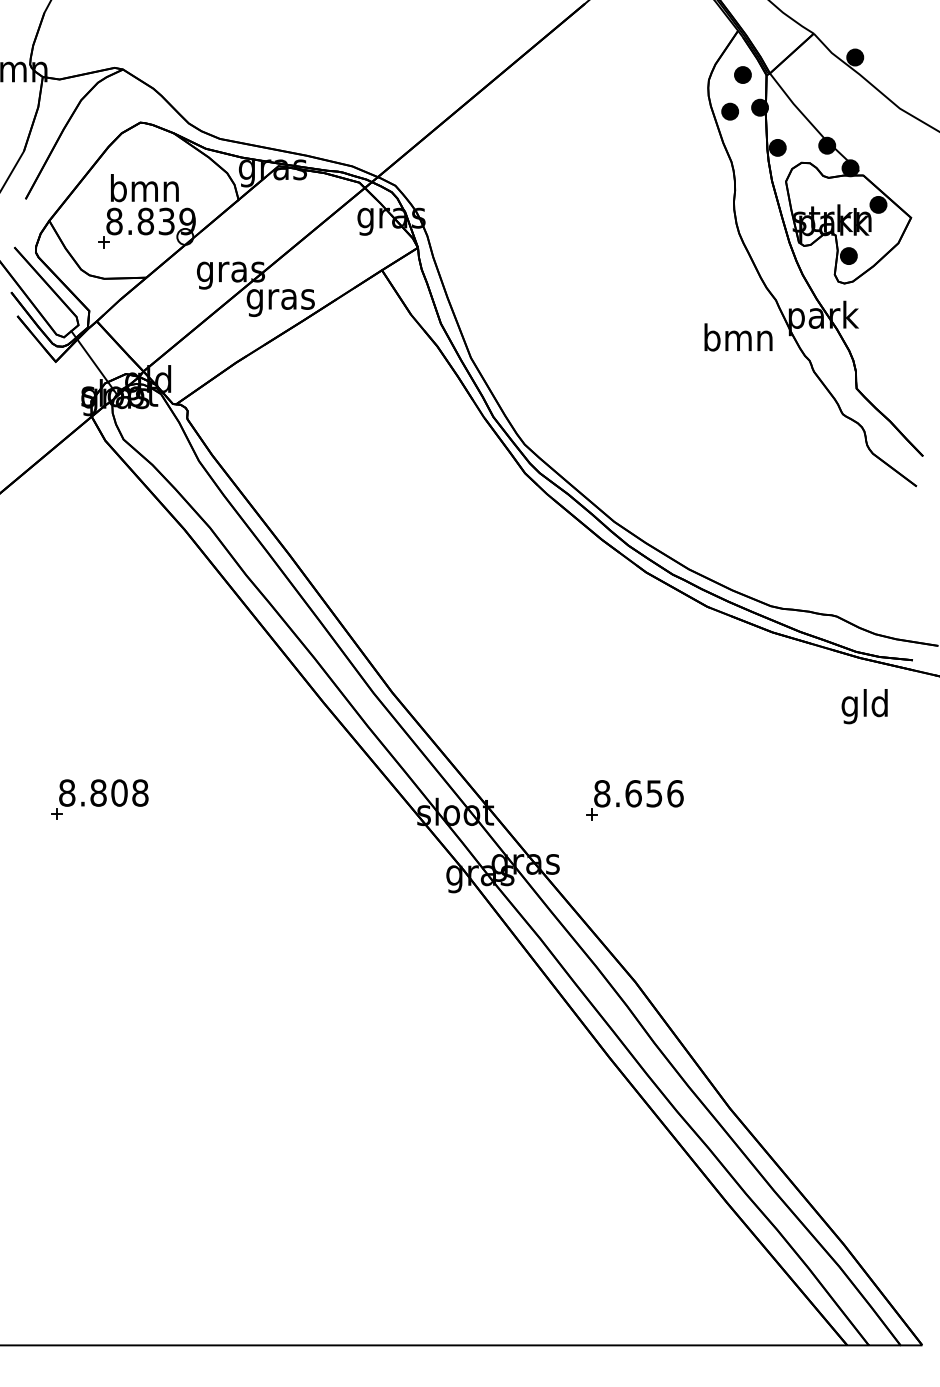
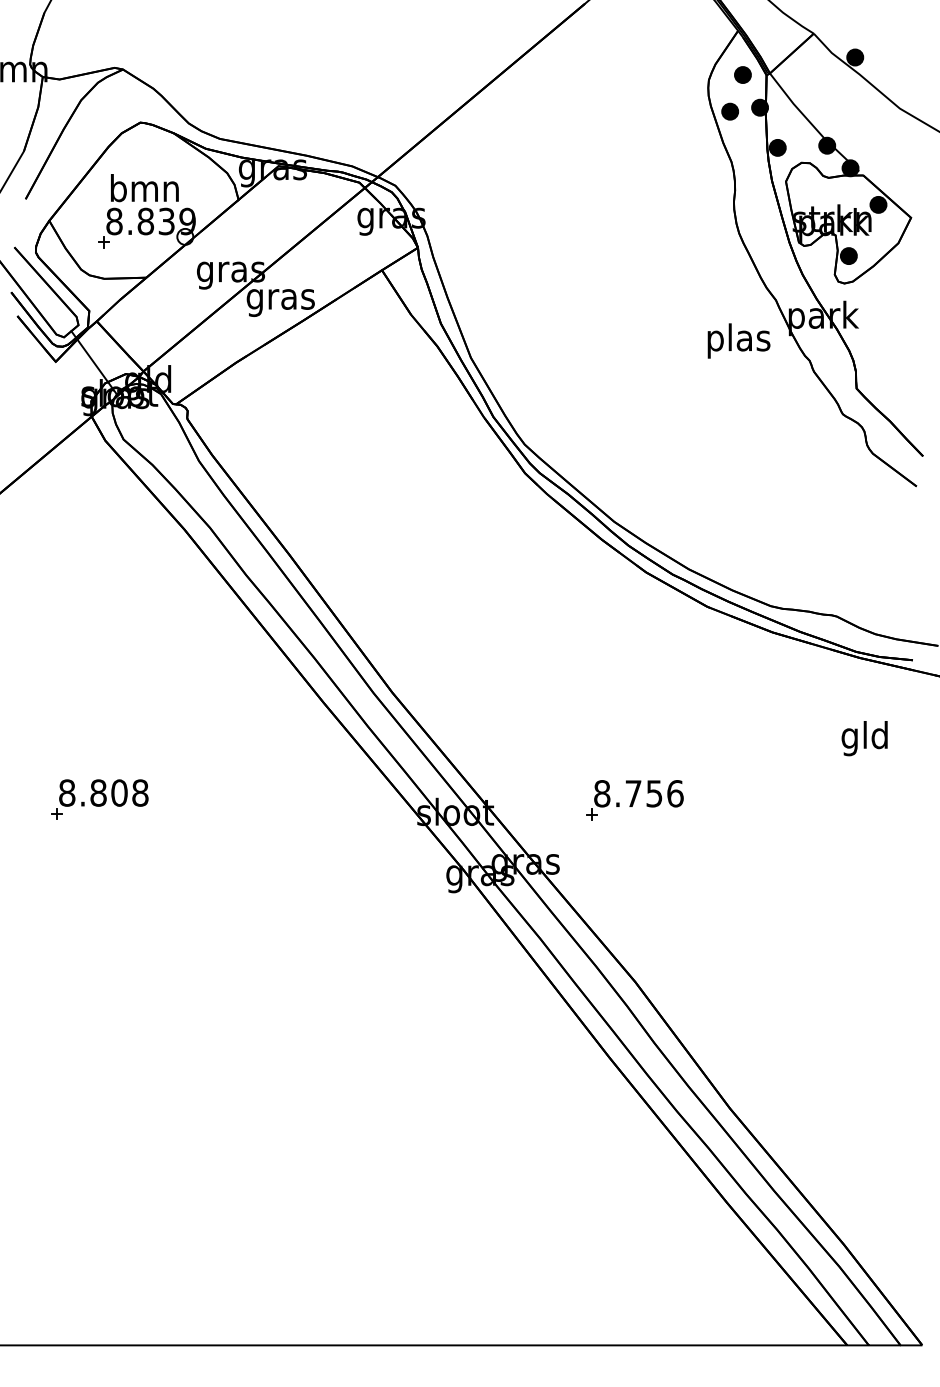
text at (738, 340): bmn -> plas
text at (864, 706) position: (864, 706) -> (864, 738)
text at (633, 793): 8.656 -> 8.756
